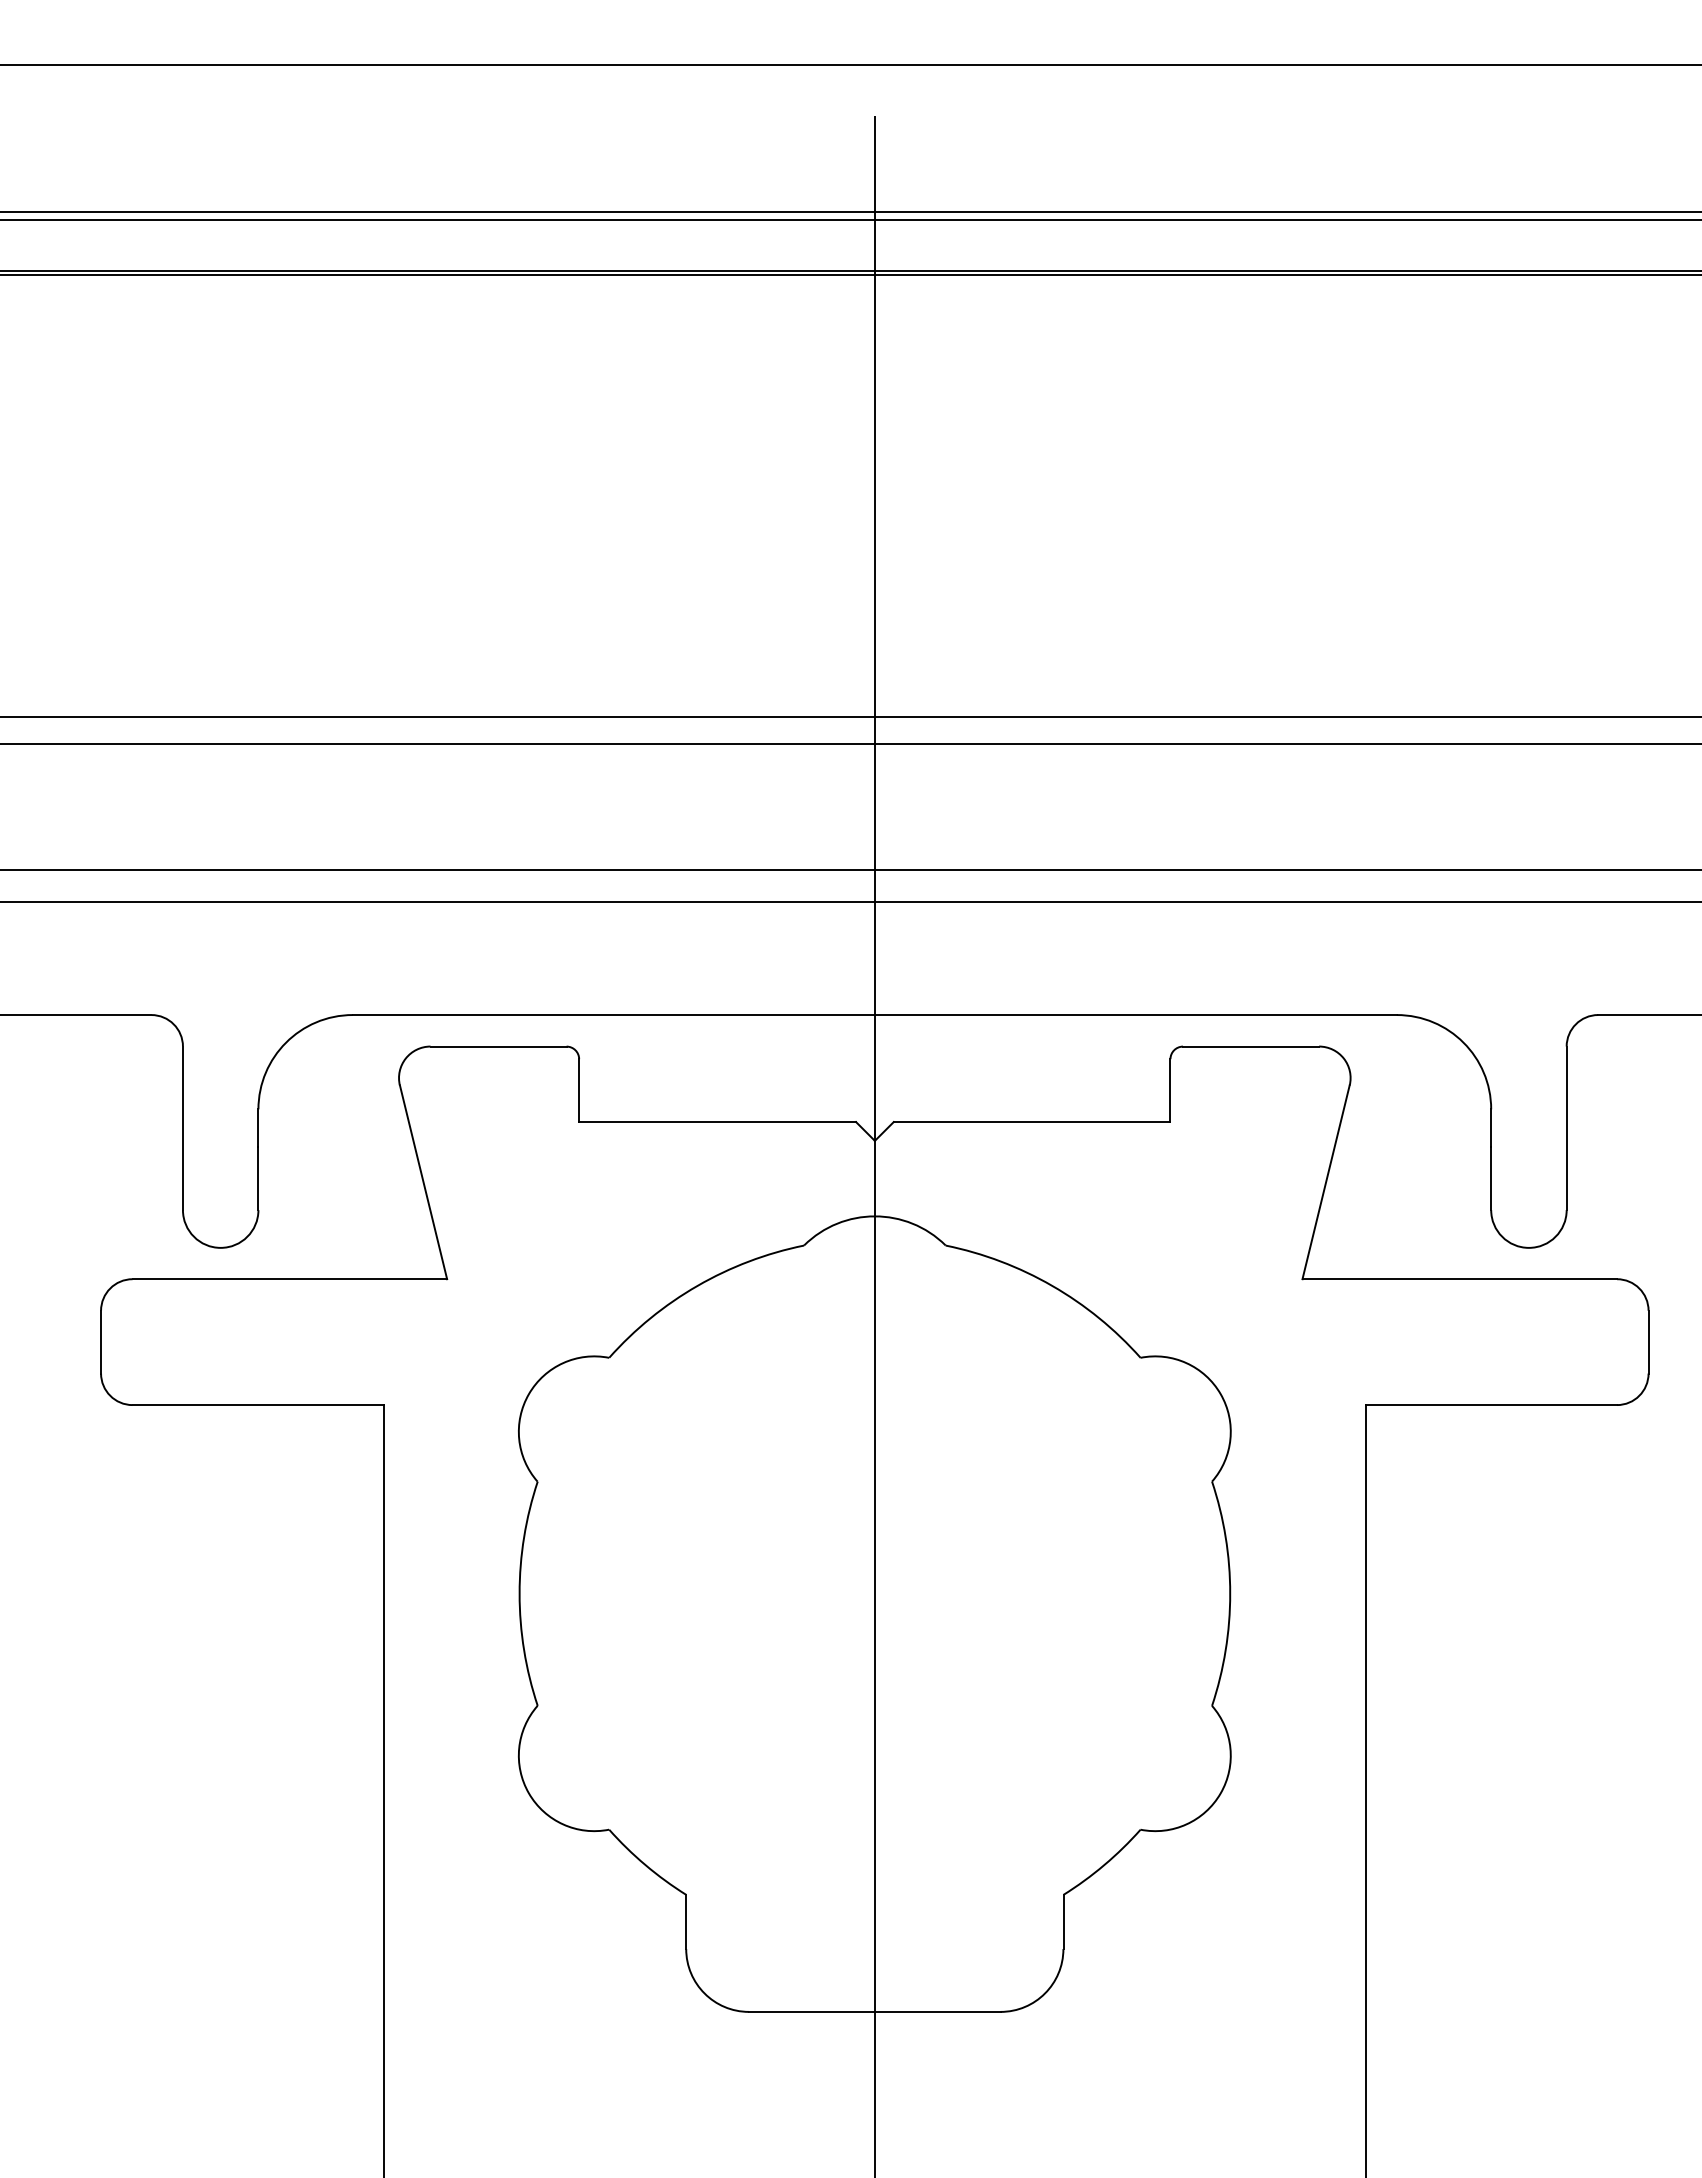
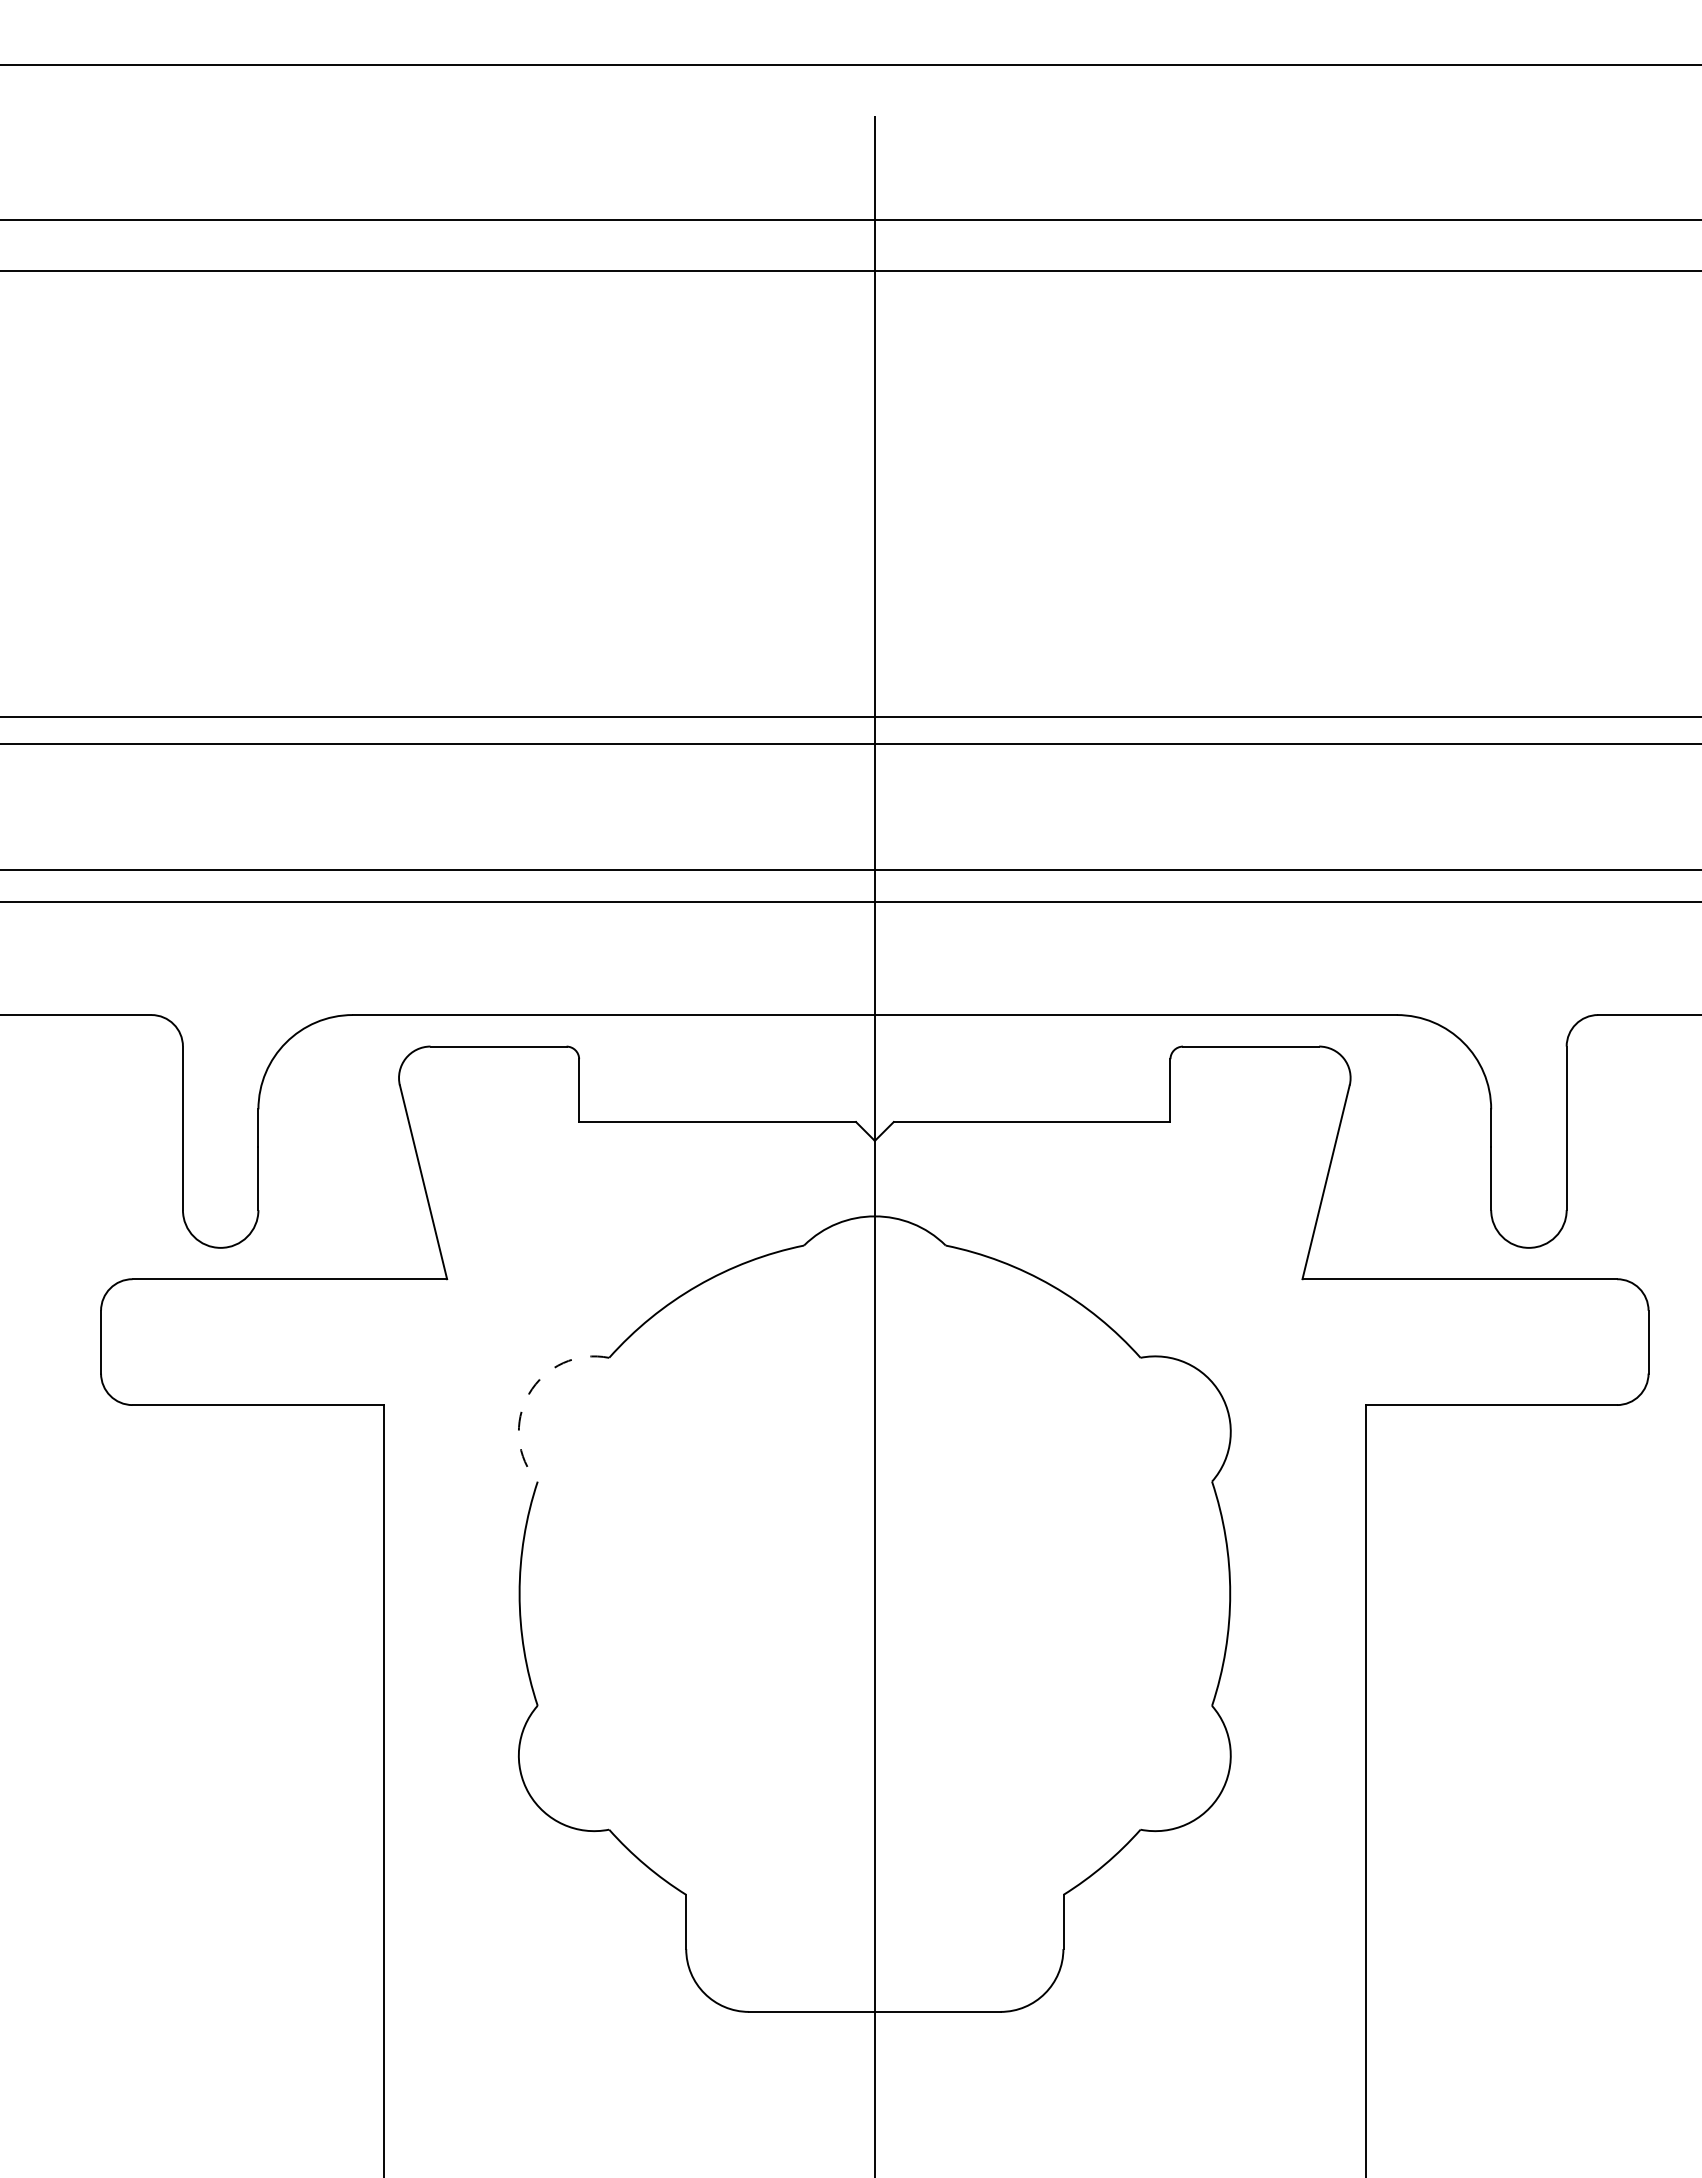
line at (850, 212): present -> none
line at (850, 275): present -> none
arc at (528, 1394): solid -> dashed
